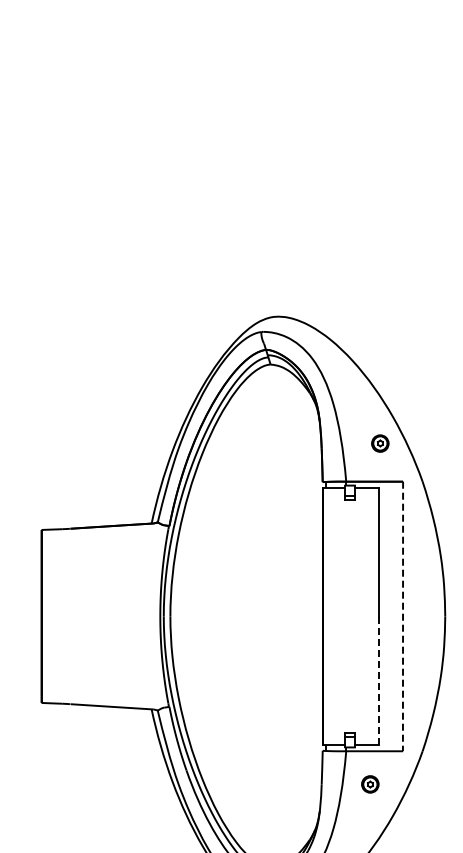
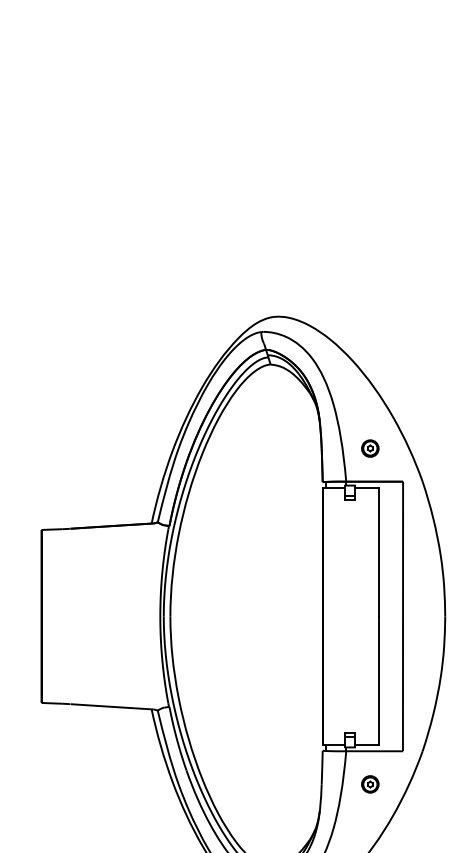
part at (380, 443) position: (380, 443) -> (370, 448)
line at (403, 616): dashed -> solid
line at (378, 680): dashed -> solid
